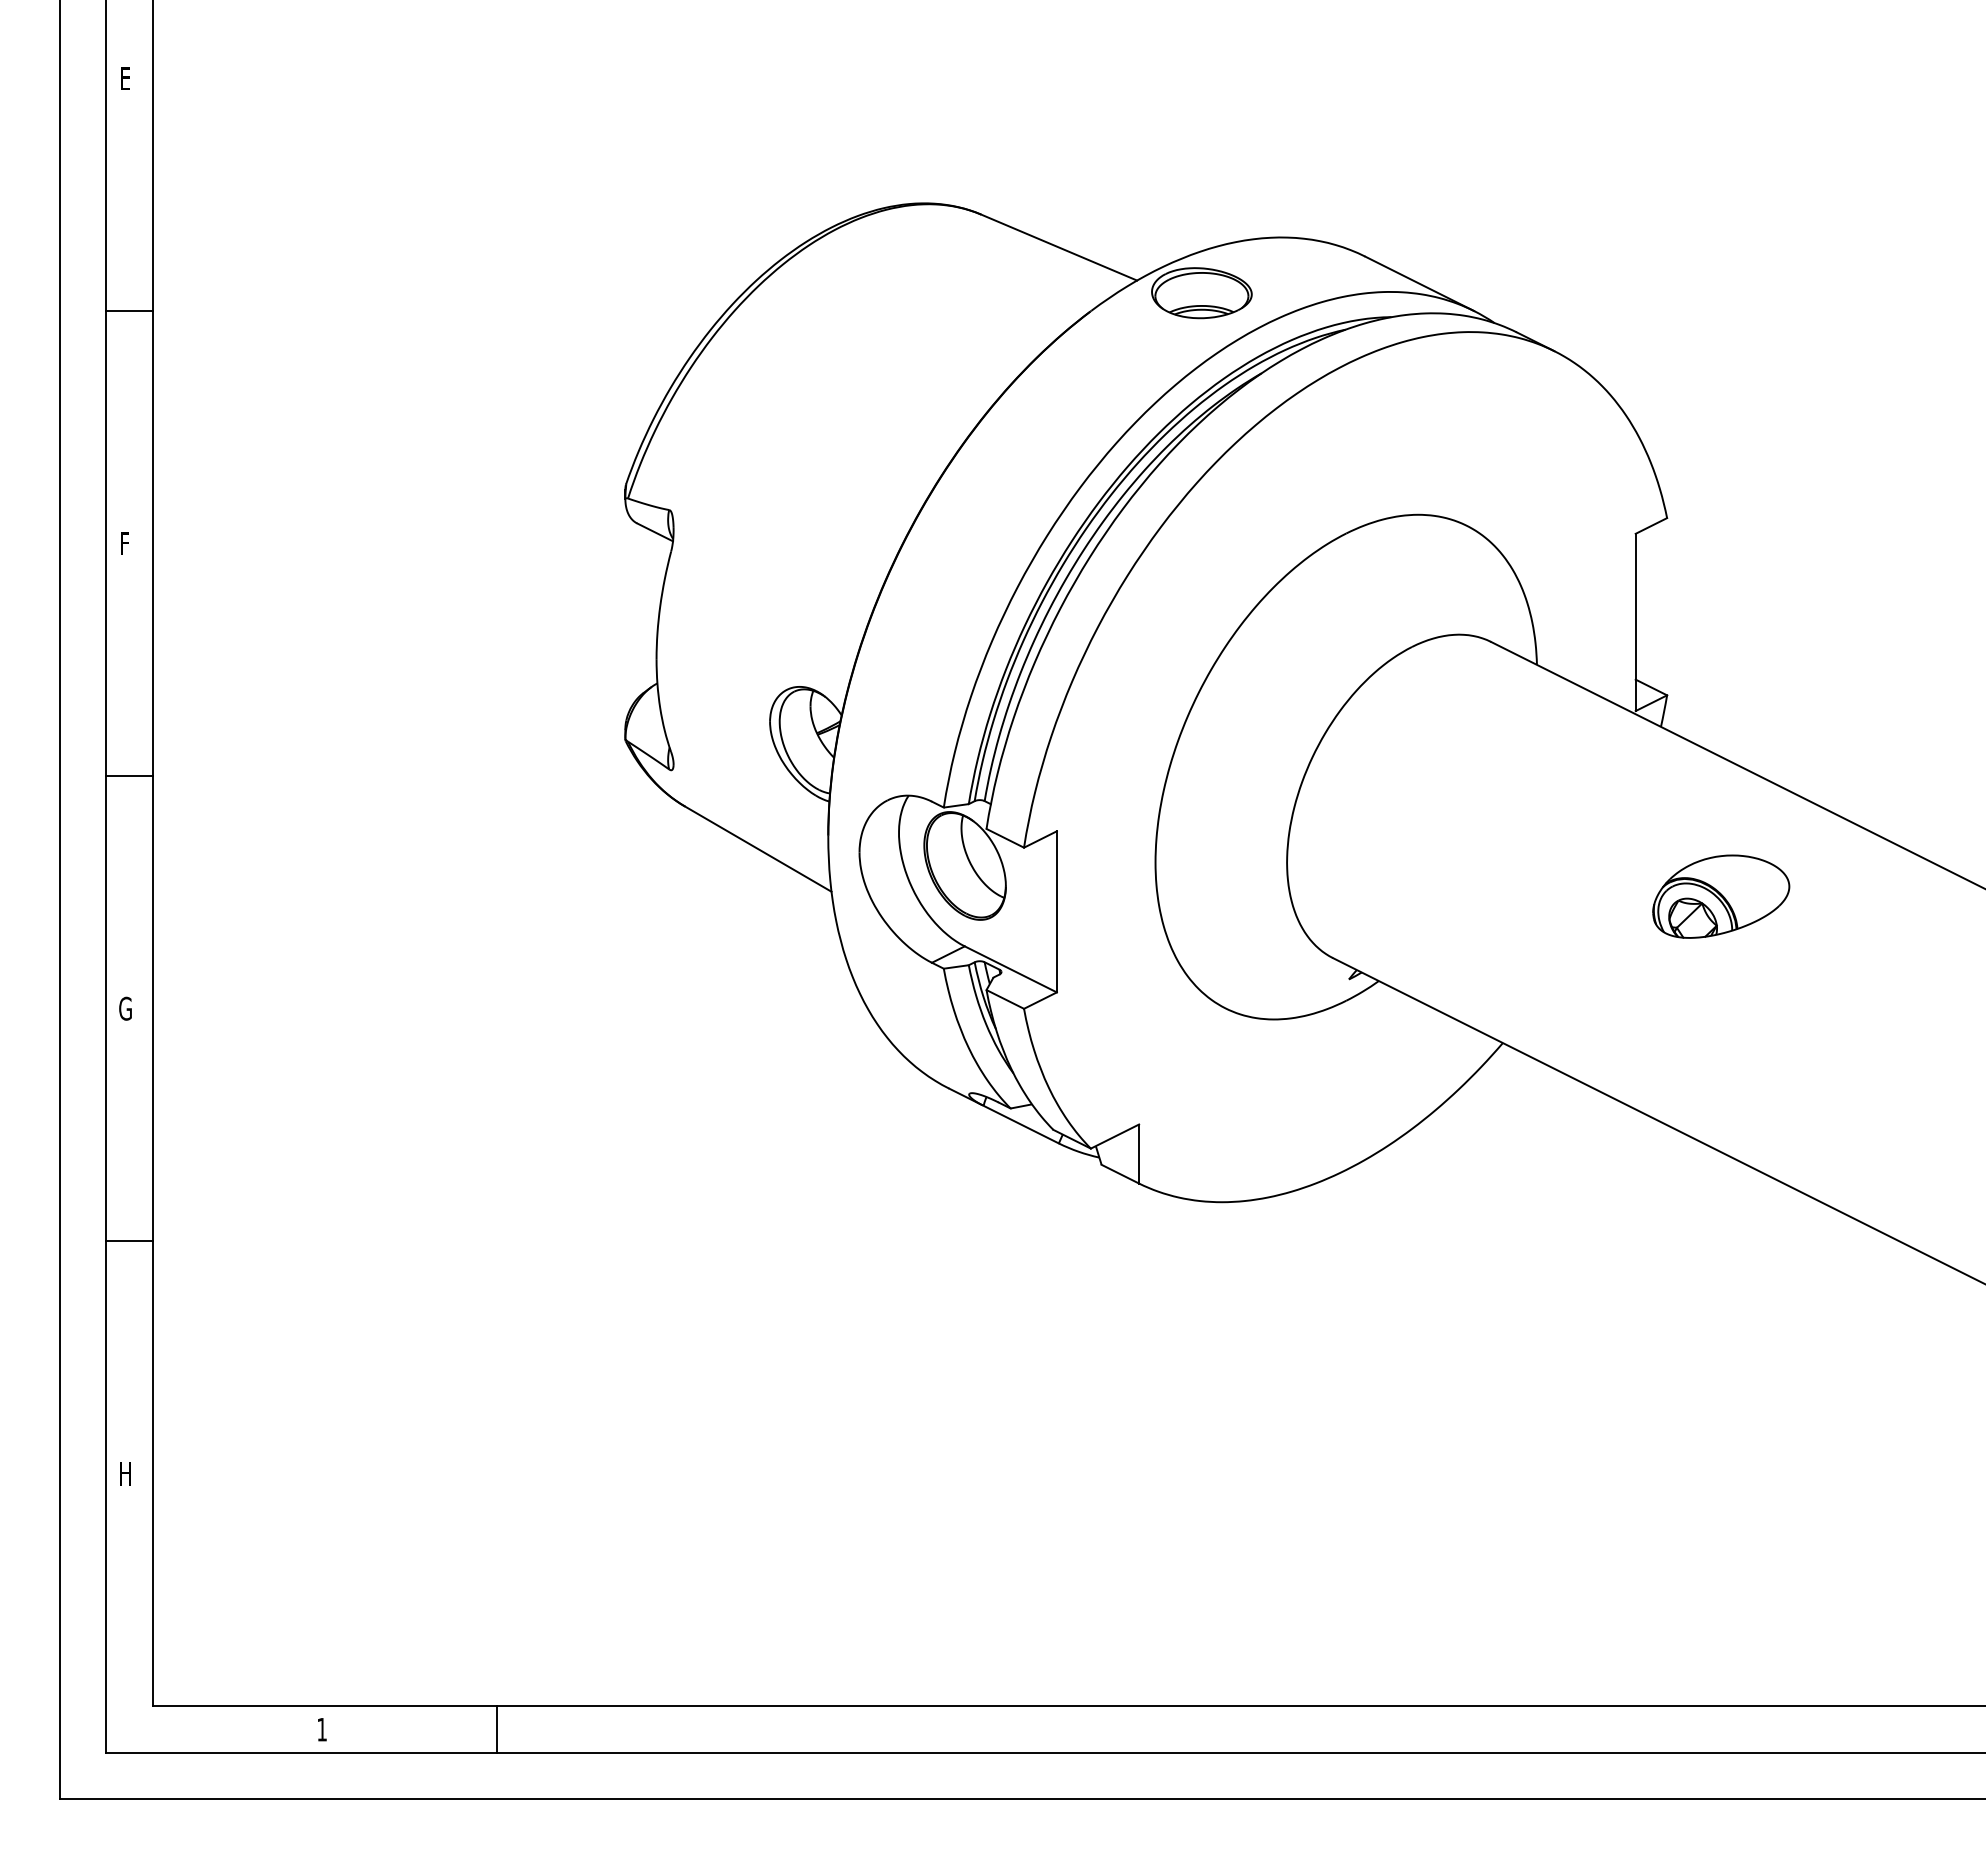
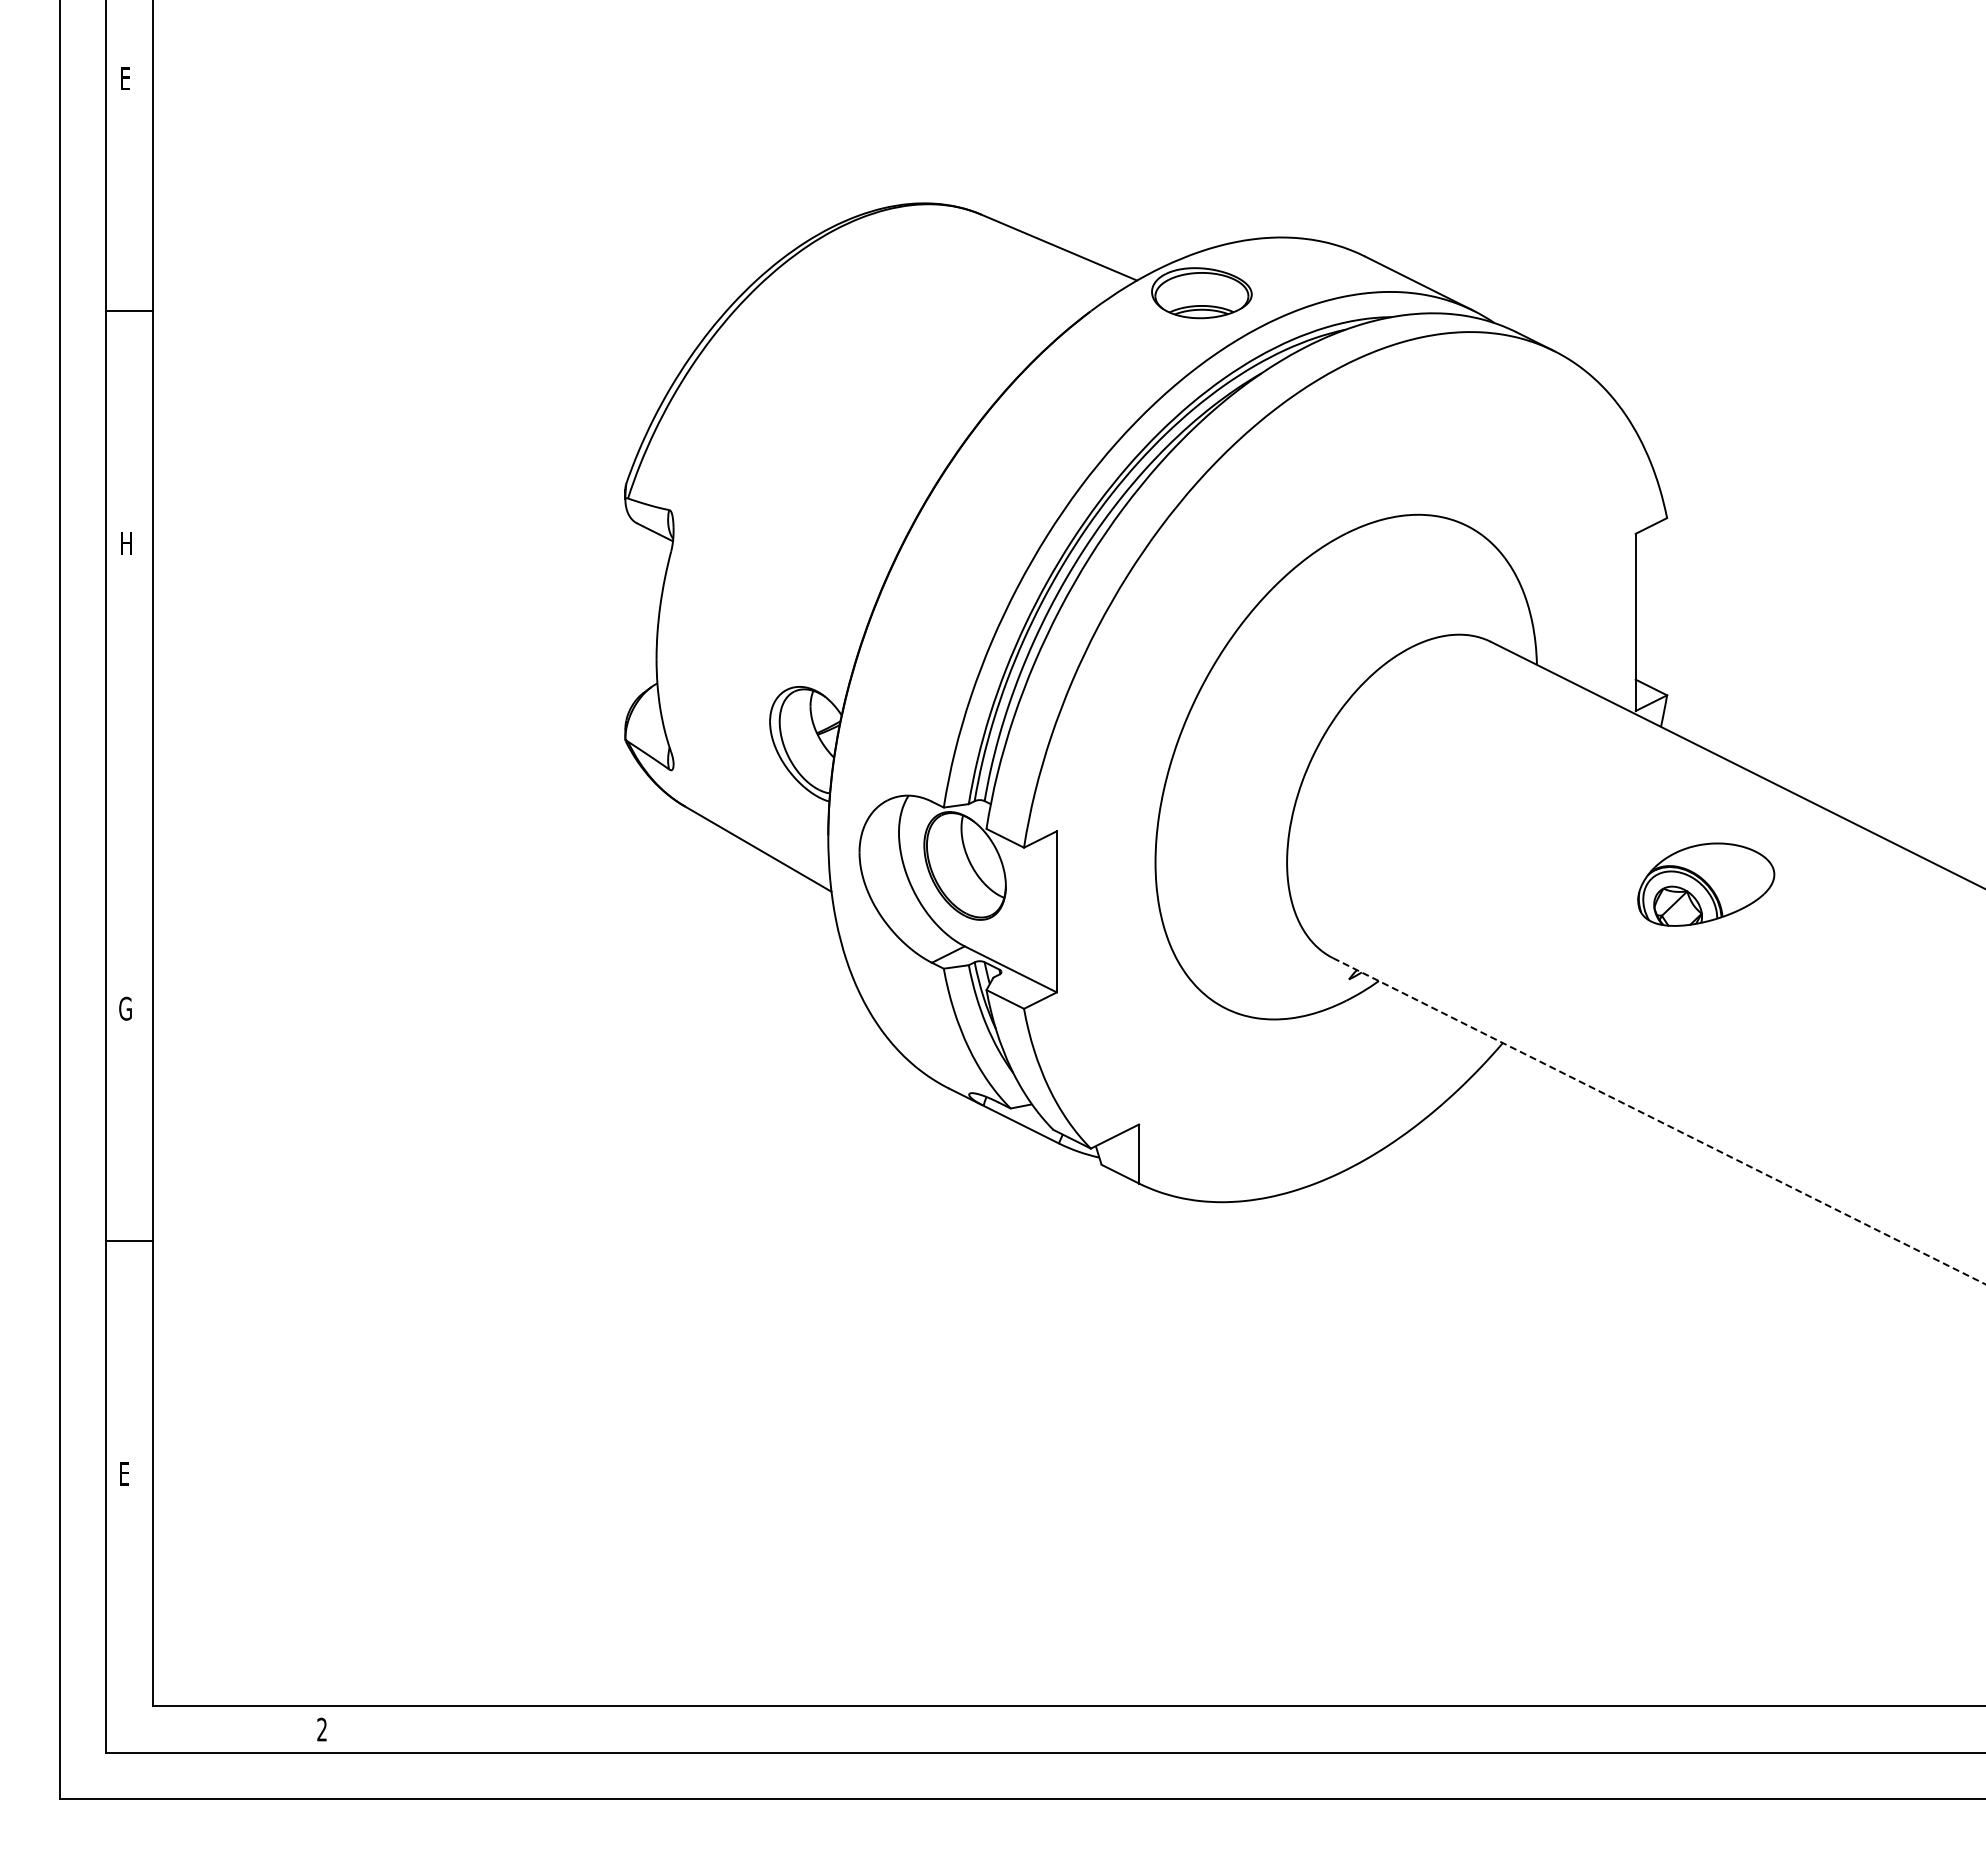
text at (127, 543): F -> H
line at (129, 776): present -> none
part at (1721, 896) position: (1721, 896) -> (1706, 884)
line at (1659, 1121): solid -> dashed
text at (126, 1473): H -> E
text at (321, 1729): 1 -> 2
line at (496, 1729): present -> none
